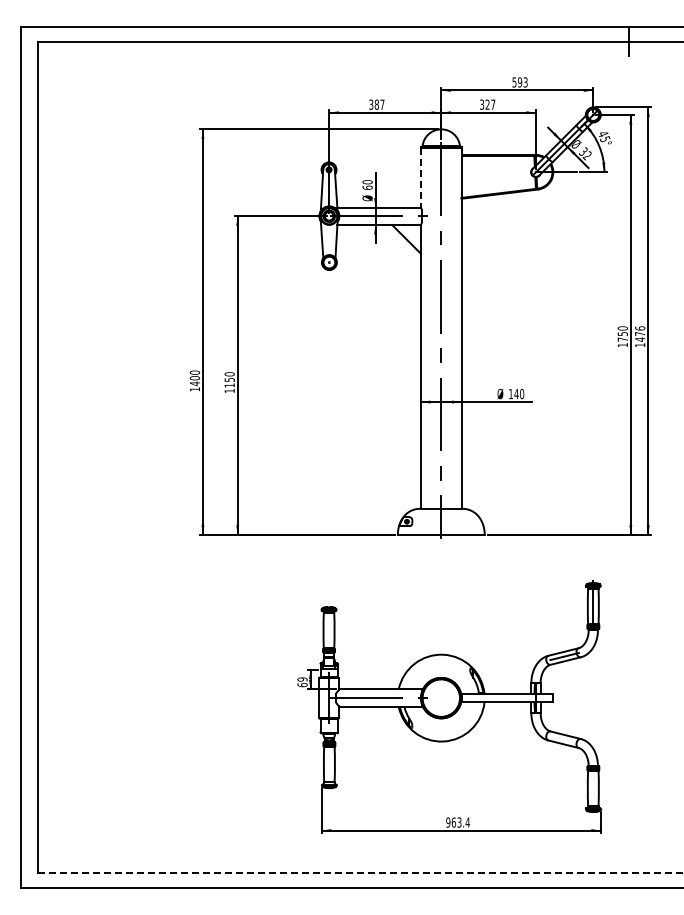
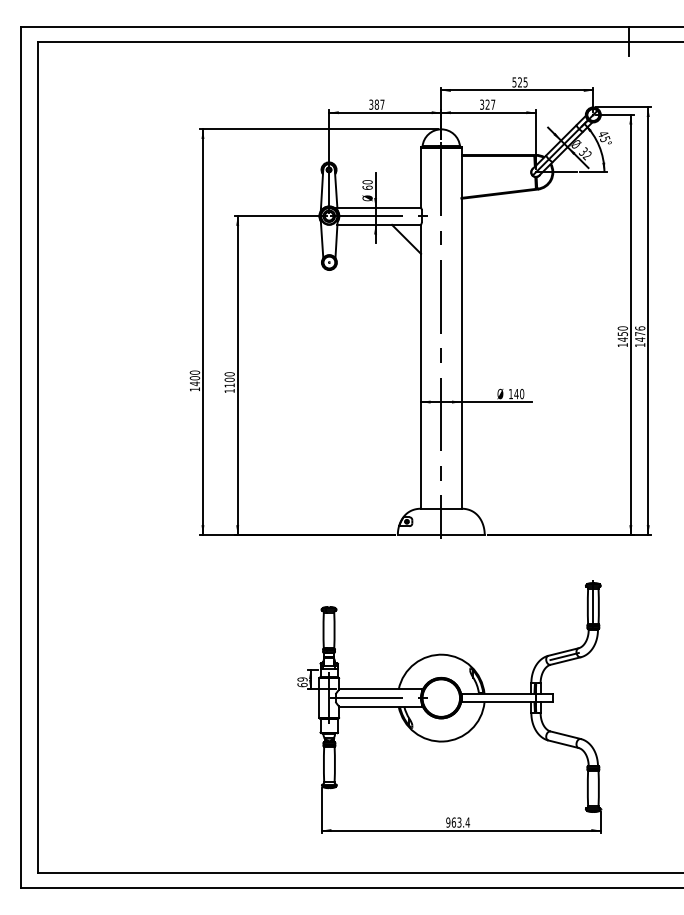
text at (522, 82): 593 -> 525
line at (421, 177): dashed -> solid
text at (622, 339): 1750 -> 1450
text at (229, 379): 1150 -> 1100
line at (360, 873): dashed -> solid
